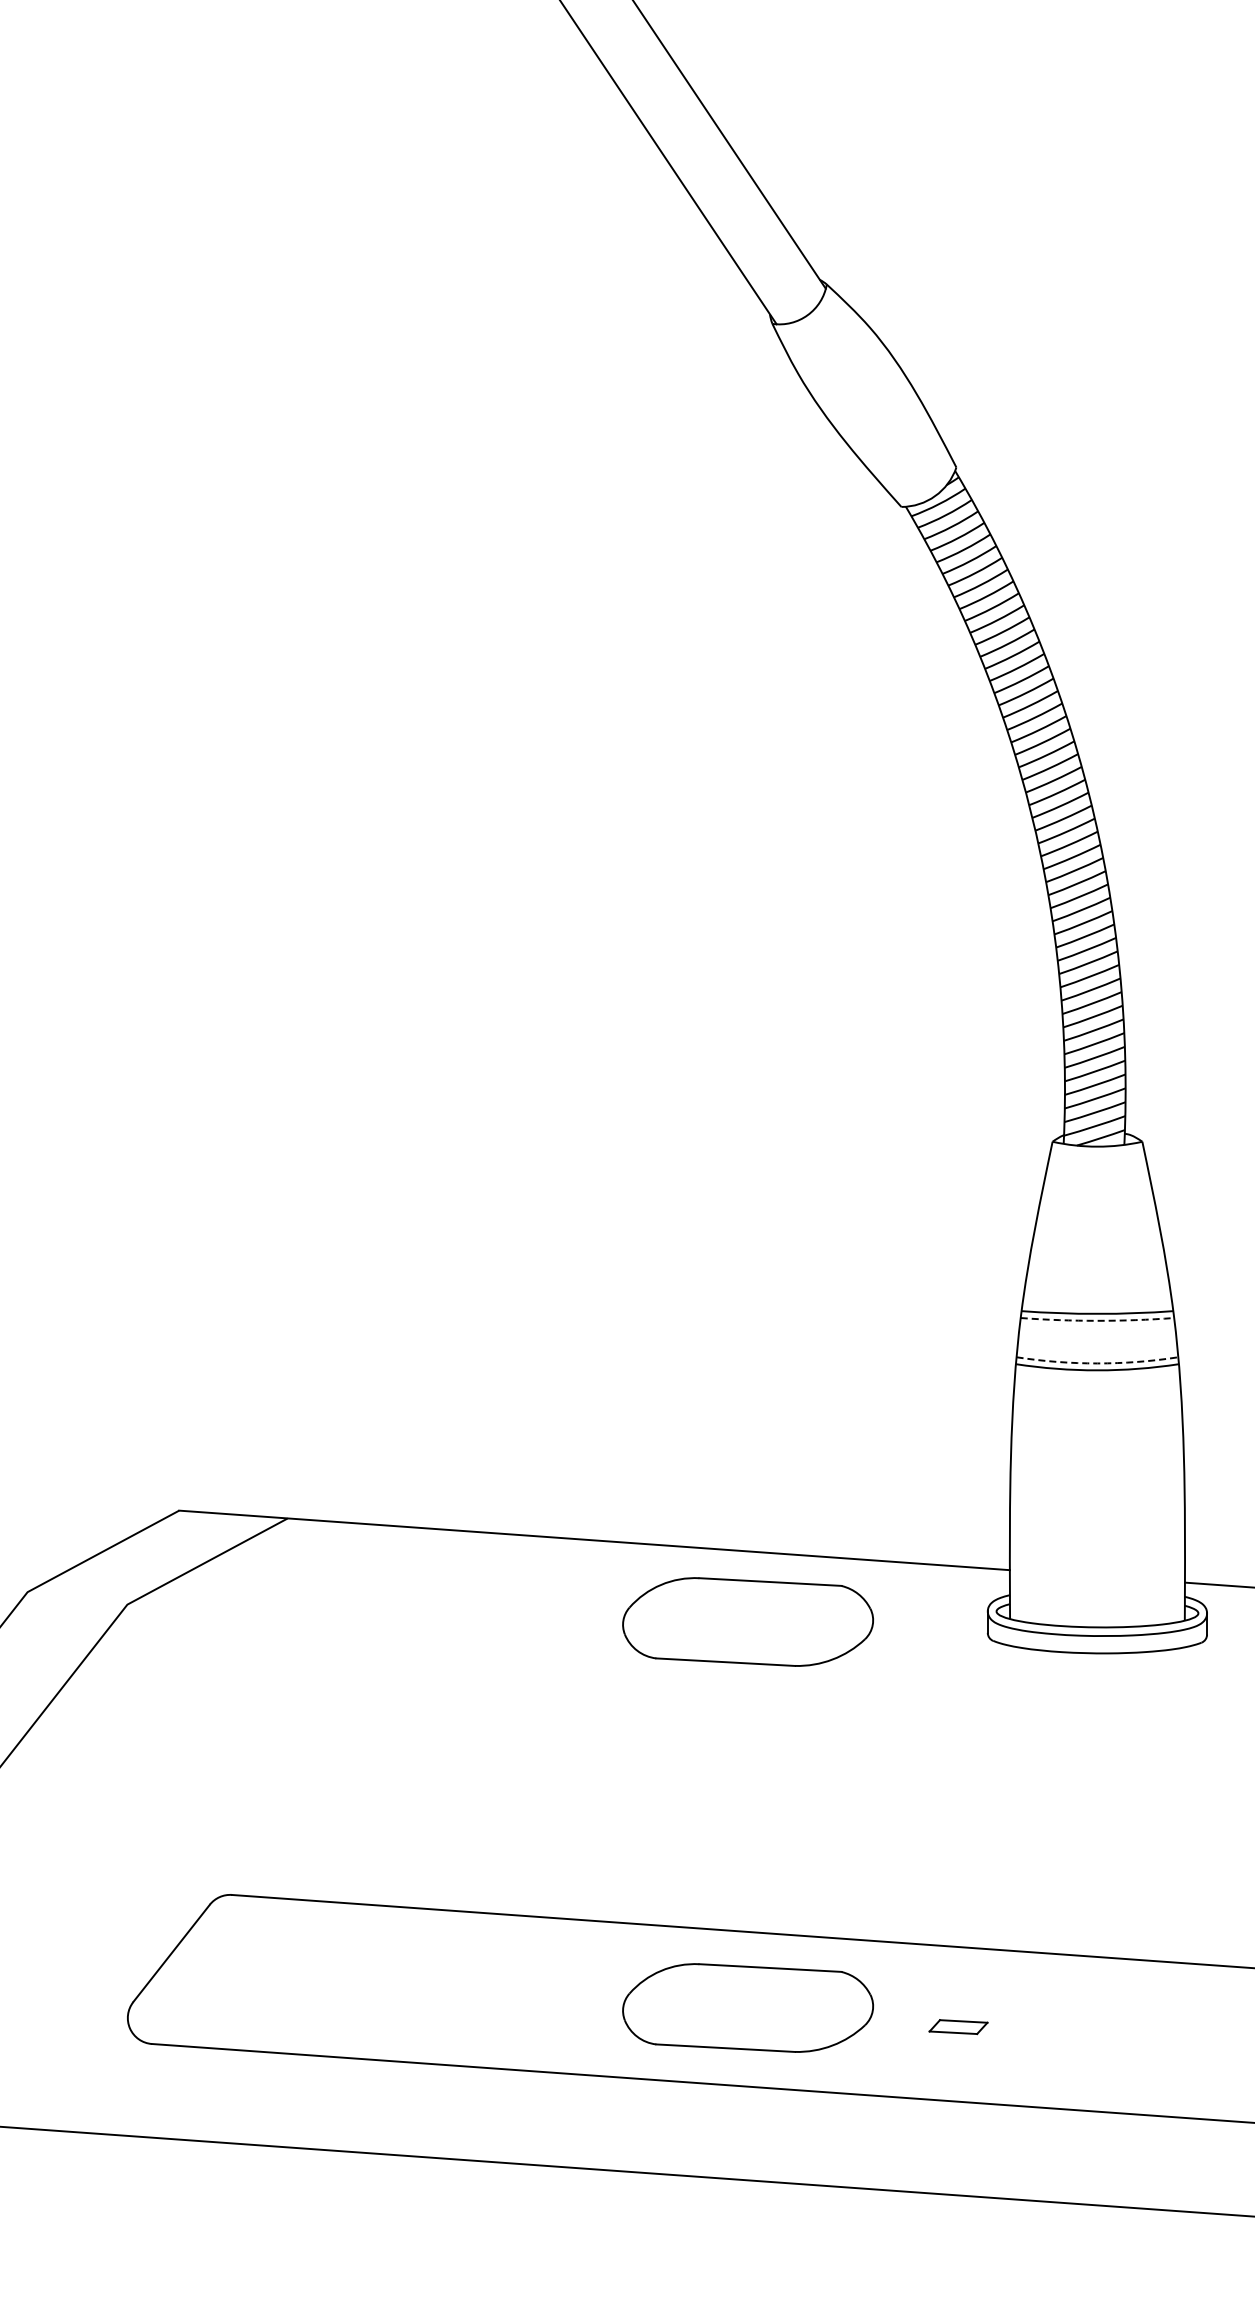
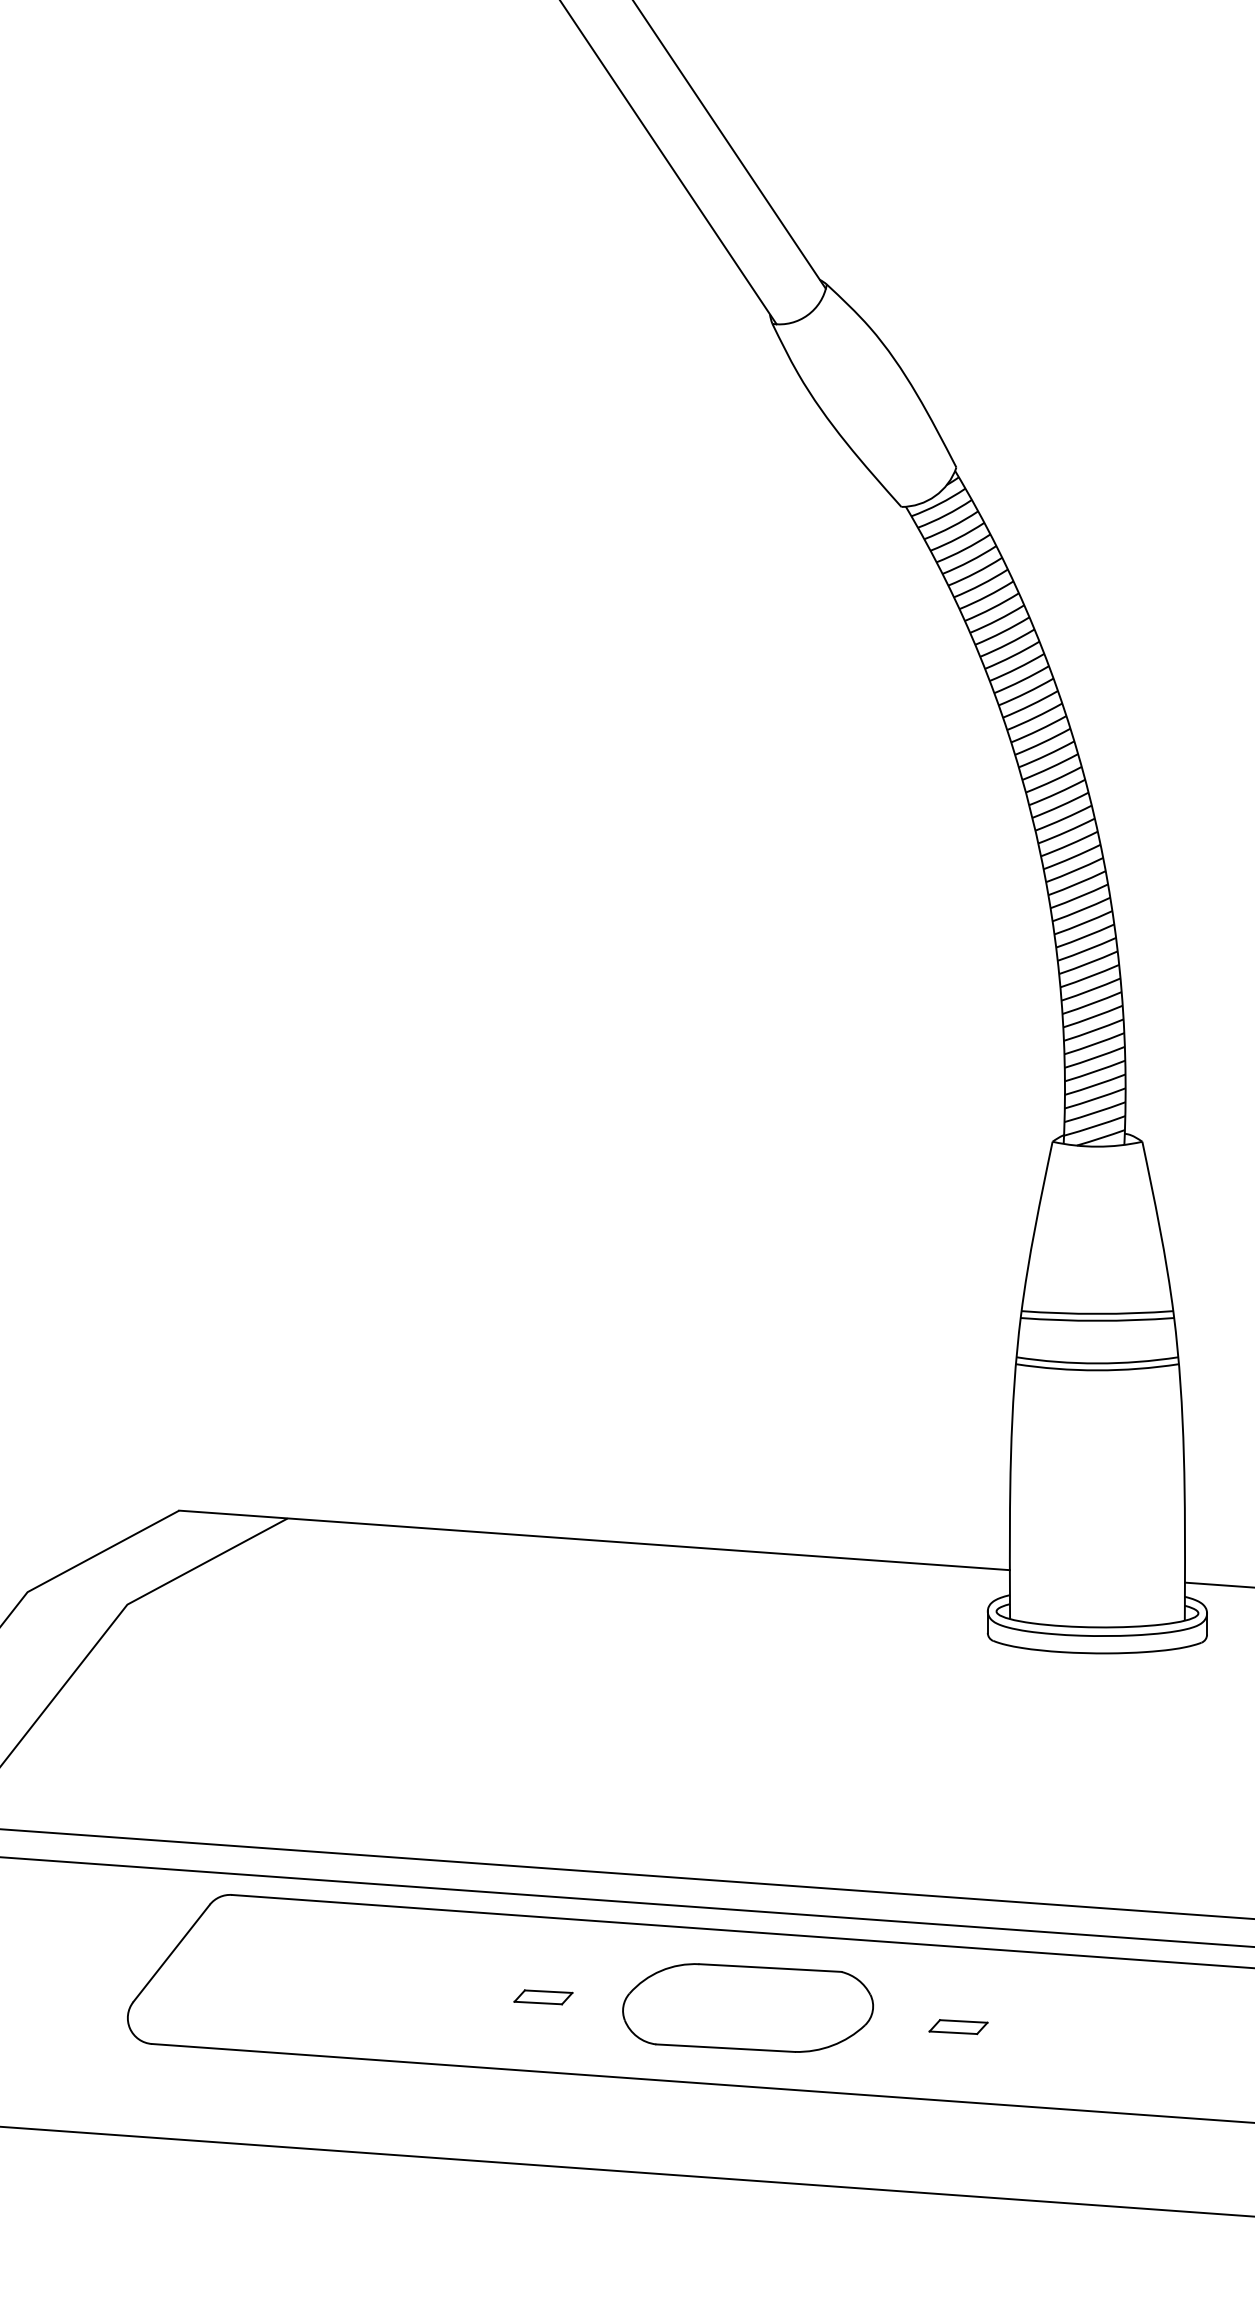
arc at (1097, 1320): dashed -> solid
arc at (1097, 1363): dashed -> solid
part at (747, 1621): present -> none
line at (626, 1873): none -> present
line at (626, 1901): none -> present
part at (543, 1997): none -> present
